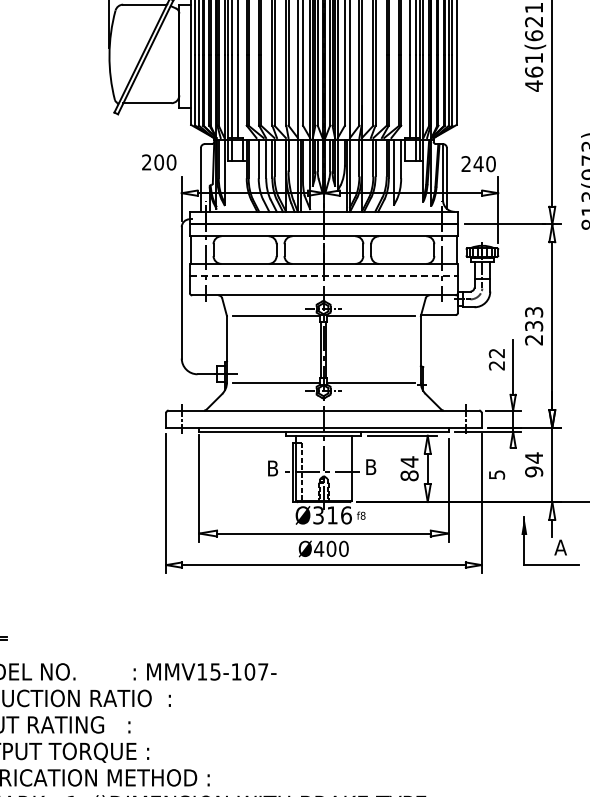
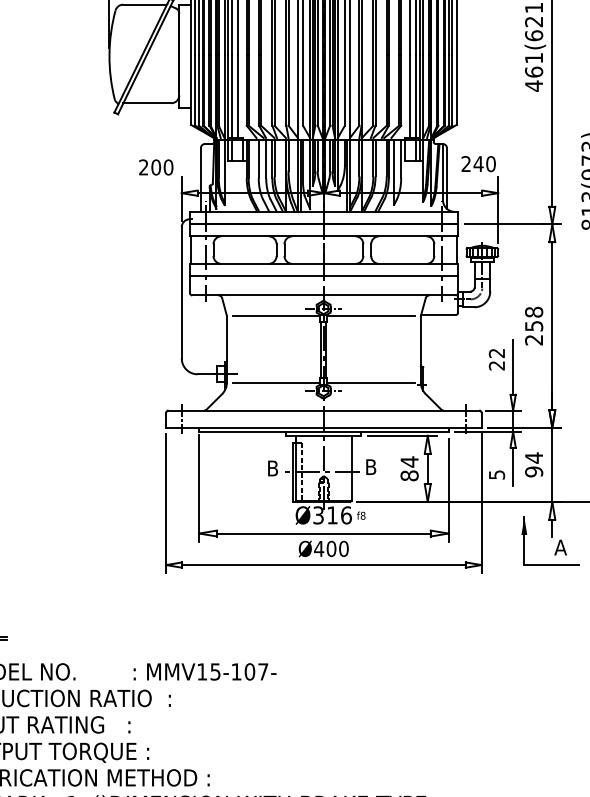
text at (159, 162) position: (159, 162) -> (156, 167)
line at (324, 275): dashed -> solid
text at (534, 318): 233 -> 258
line at (513, 466): none -> present
